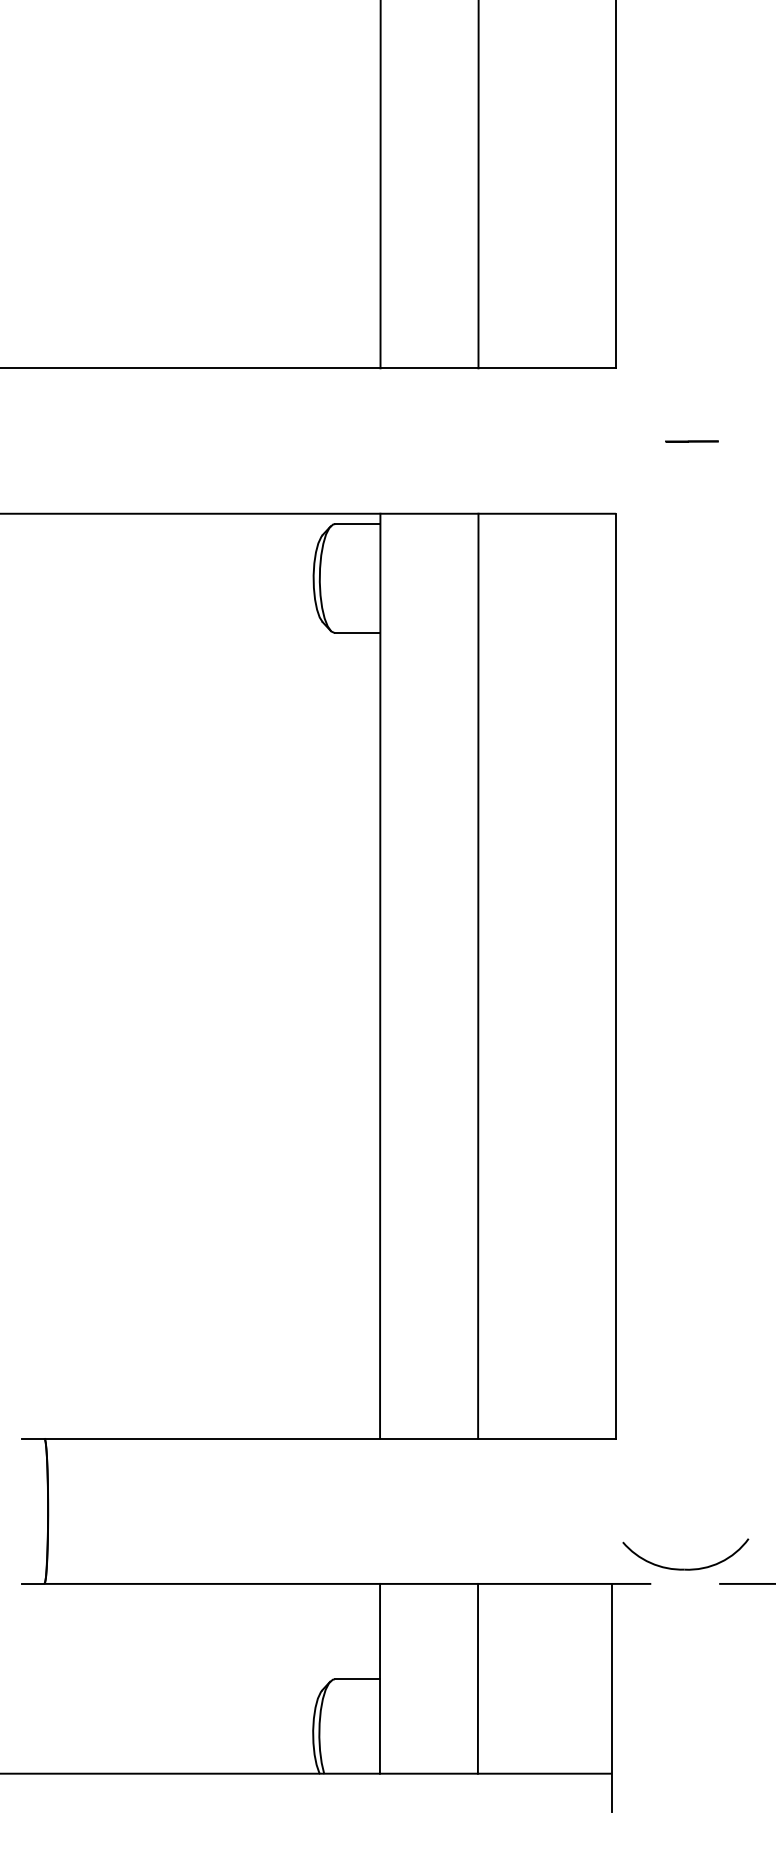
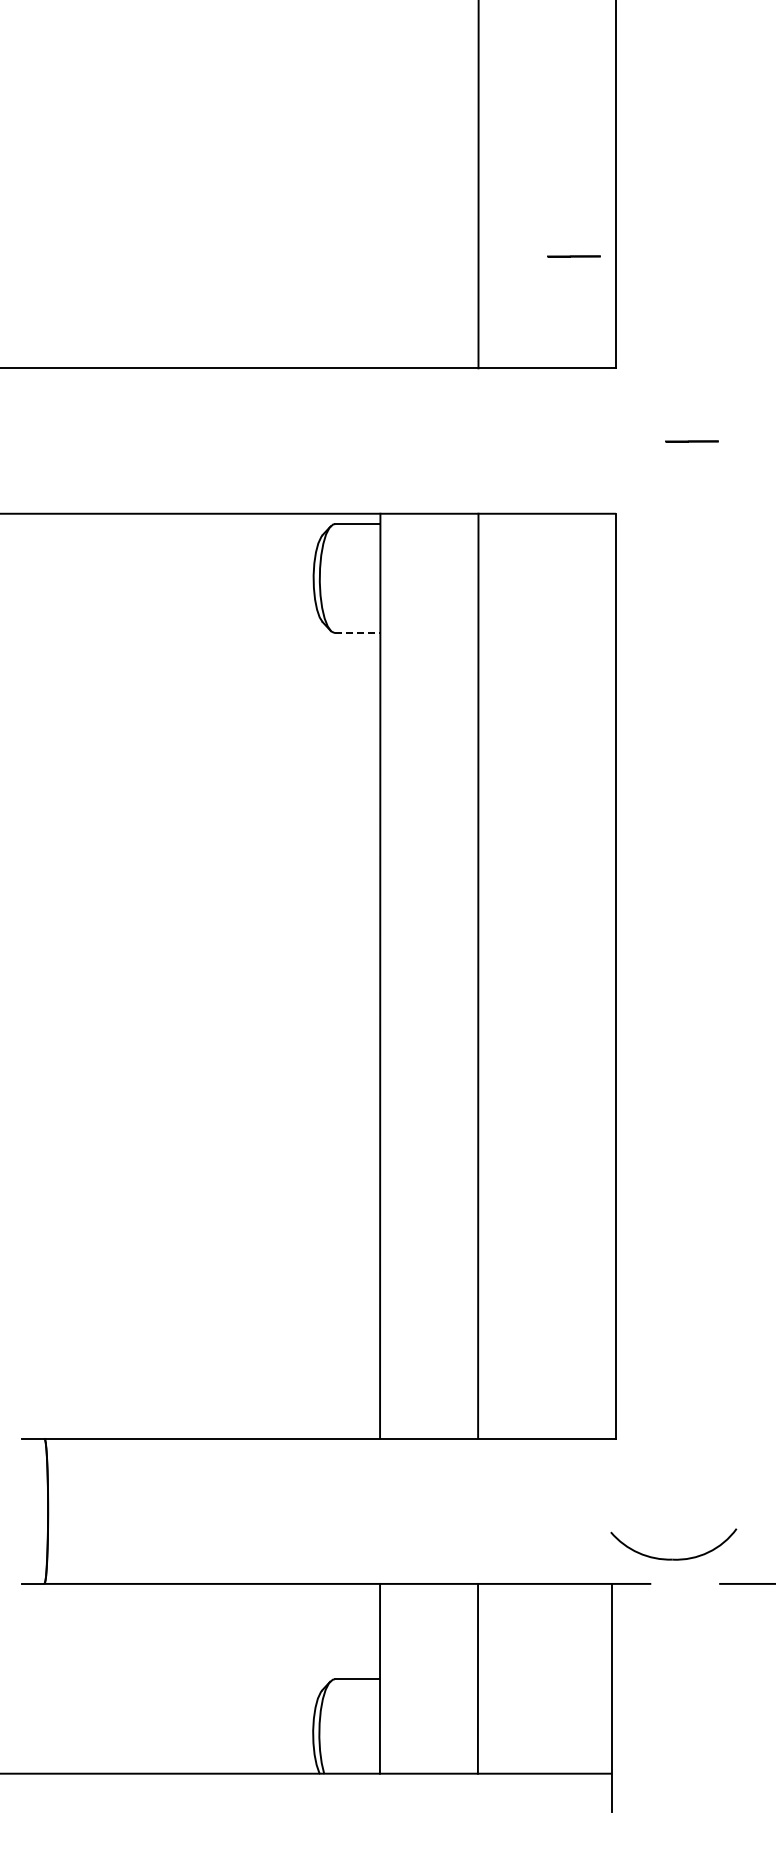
line at (380, 185): present -> none
line at (573, 256): none -> present
line at (357, 633): solid -> dashed
part at (685, 1568) position: (685, 1568) -> (673, 1558)
